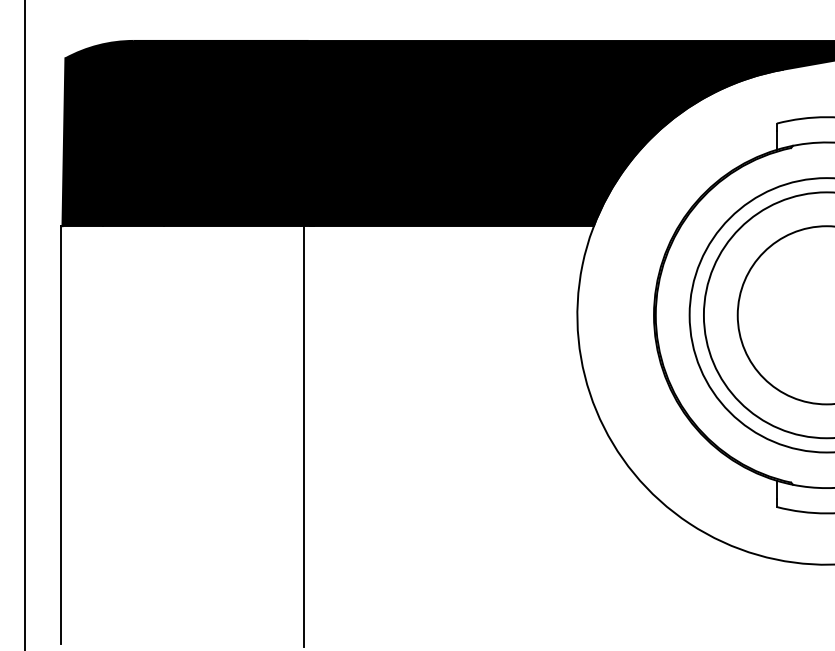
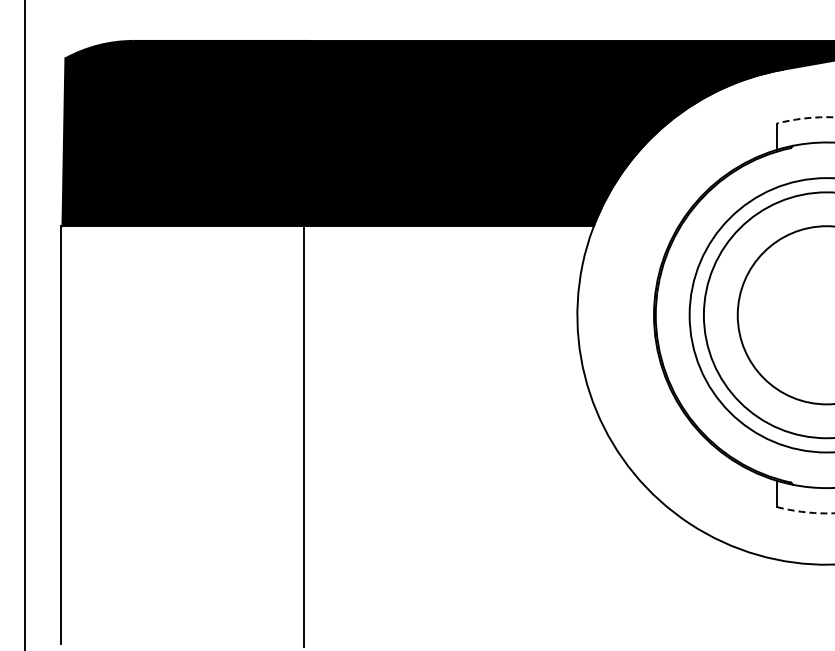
arc at (805, 118): solid -> dashed
arc at (805, 512): solid -> dashed
